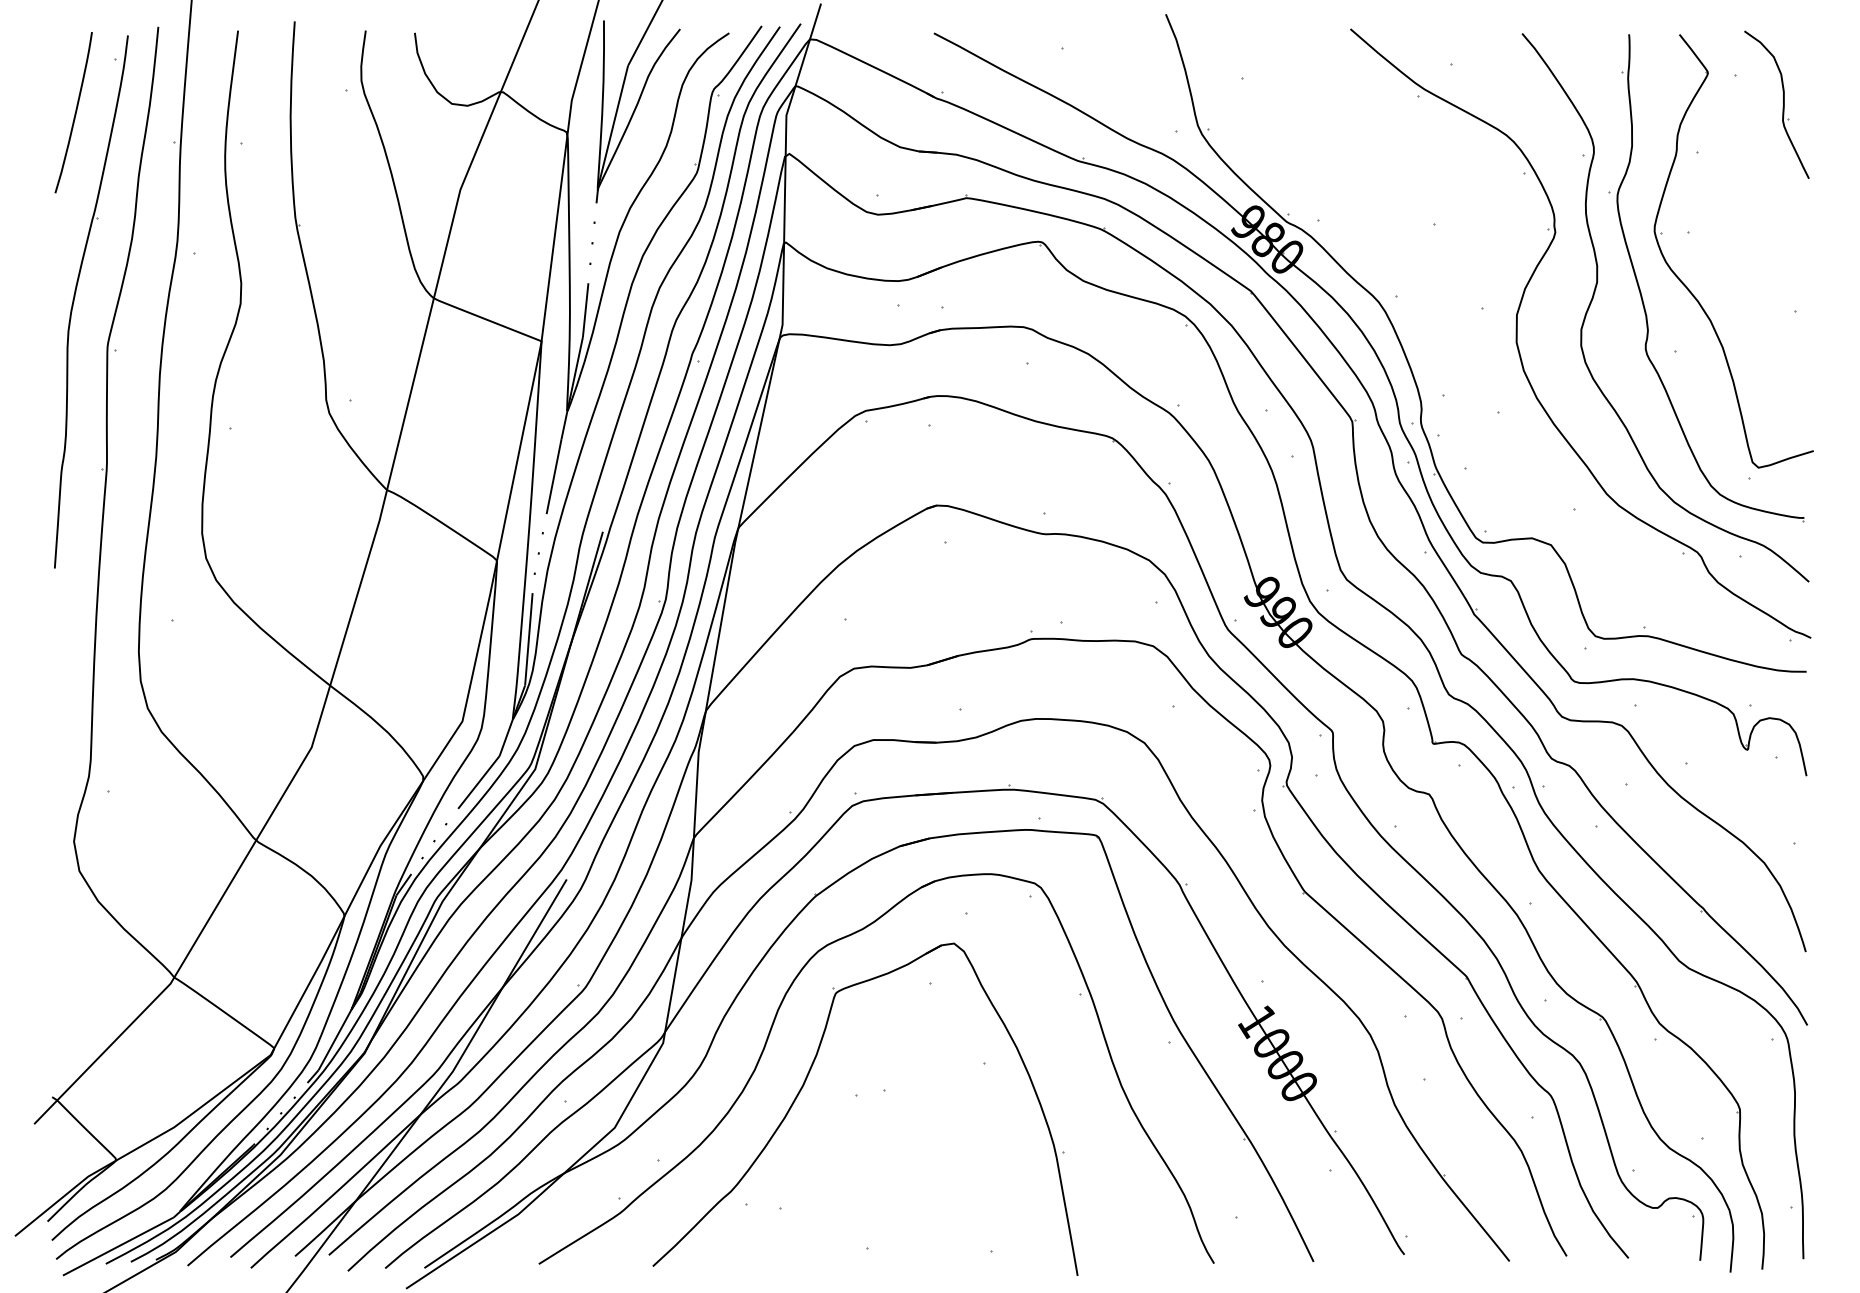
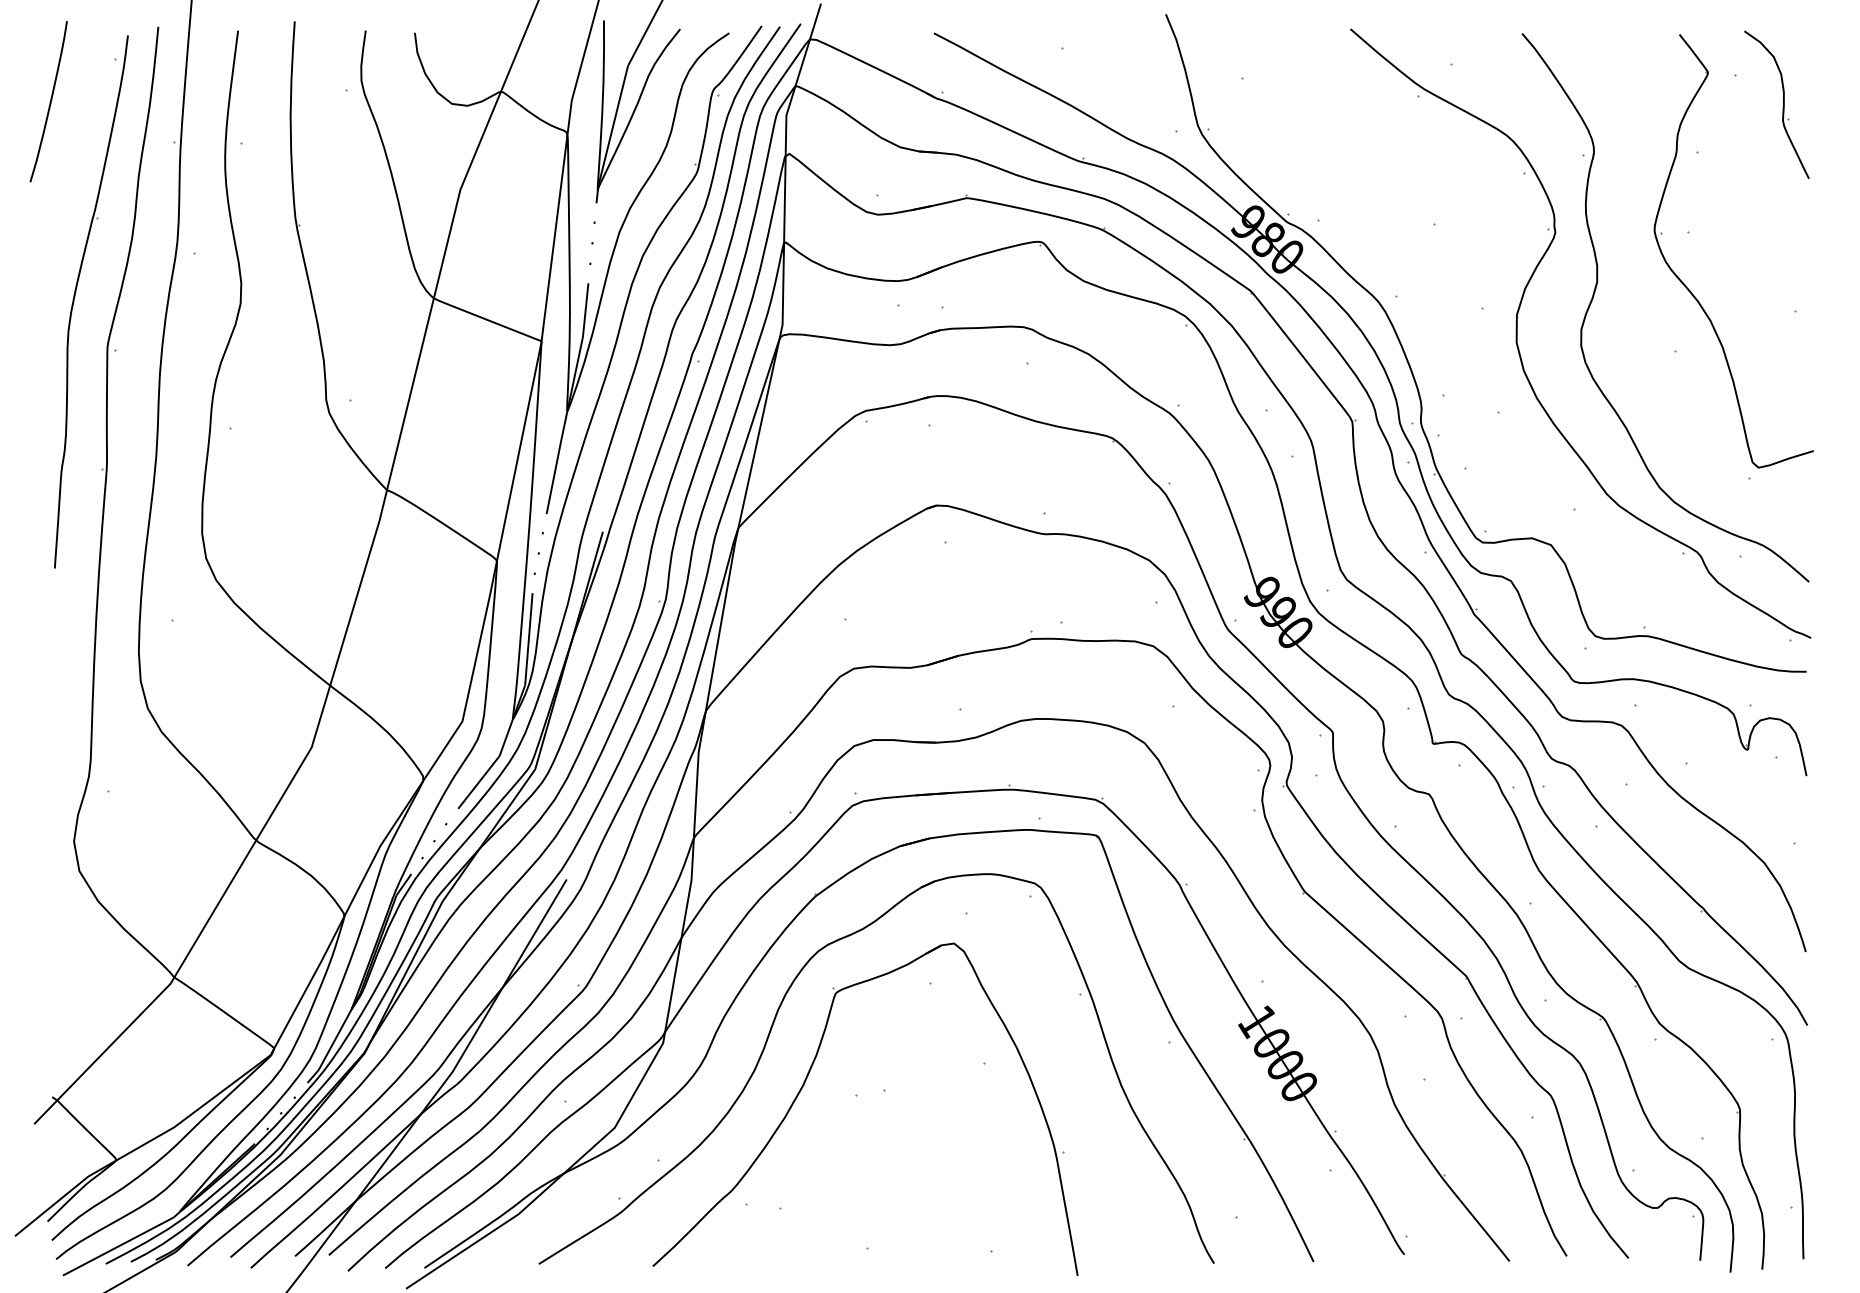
curve at (74, 113) position: (74, 113) -> (49, 102)
part at (1642, 295): present -> none
